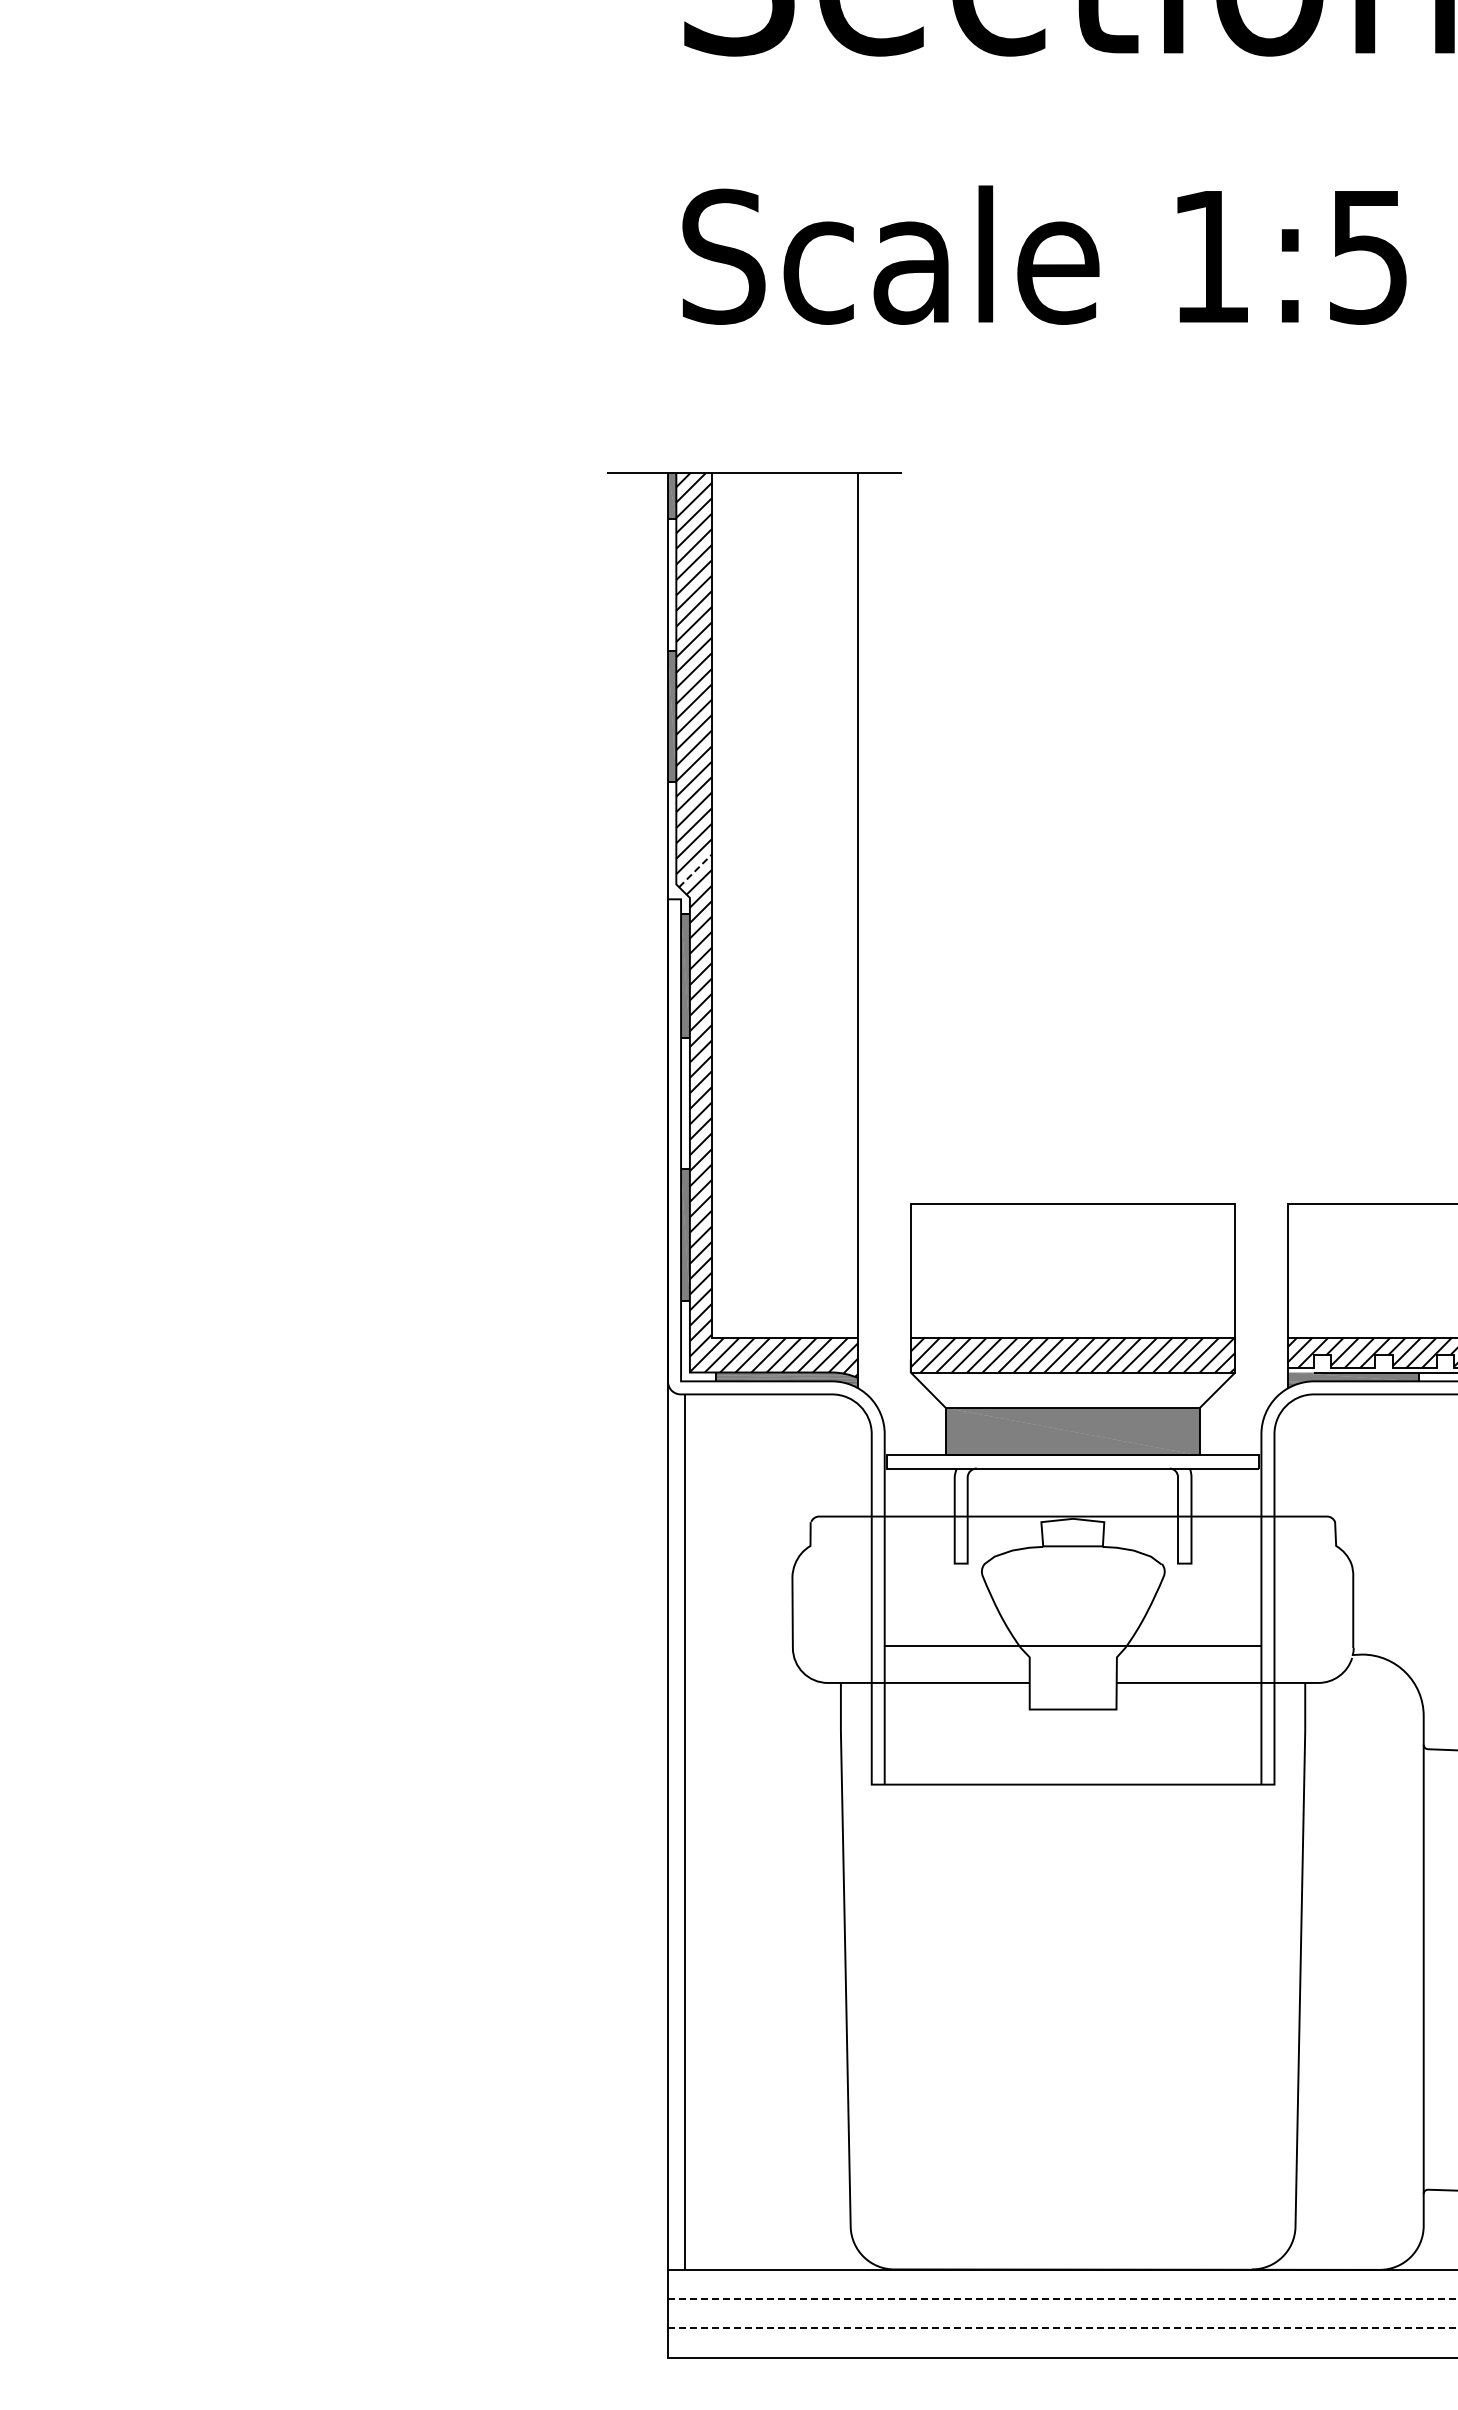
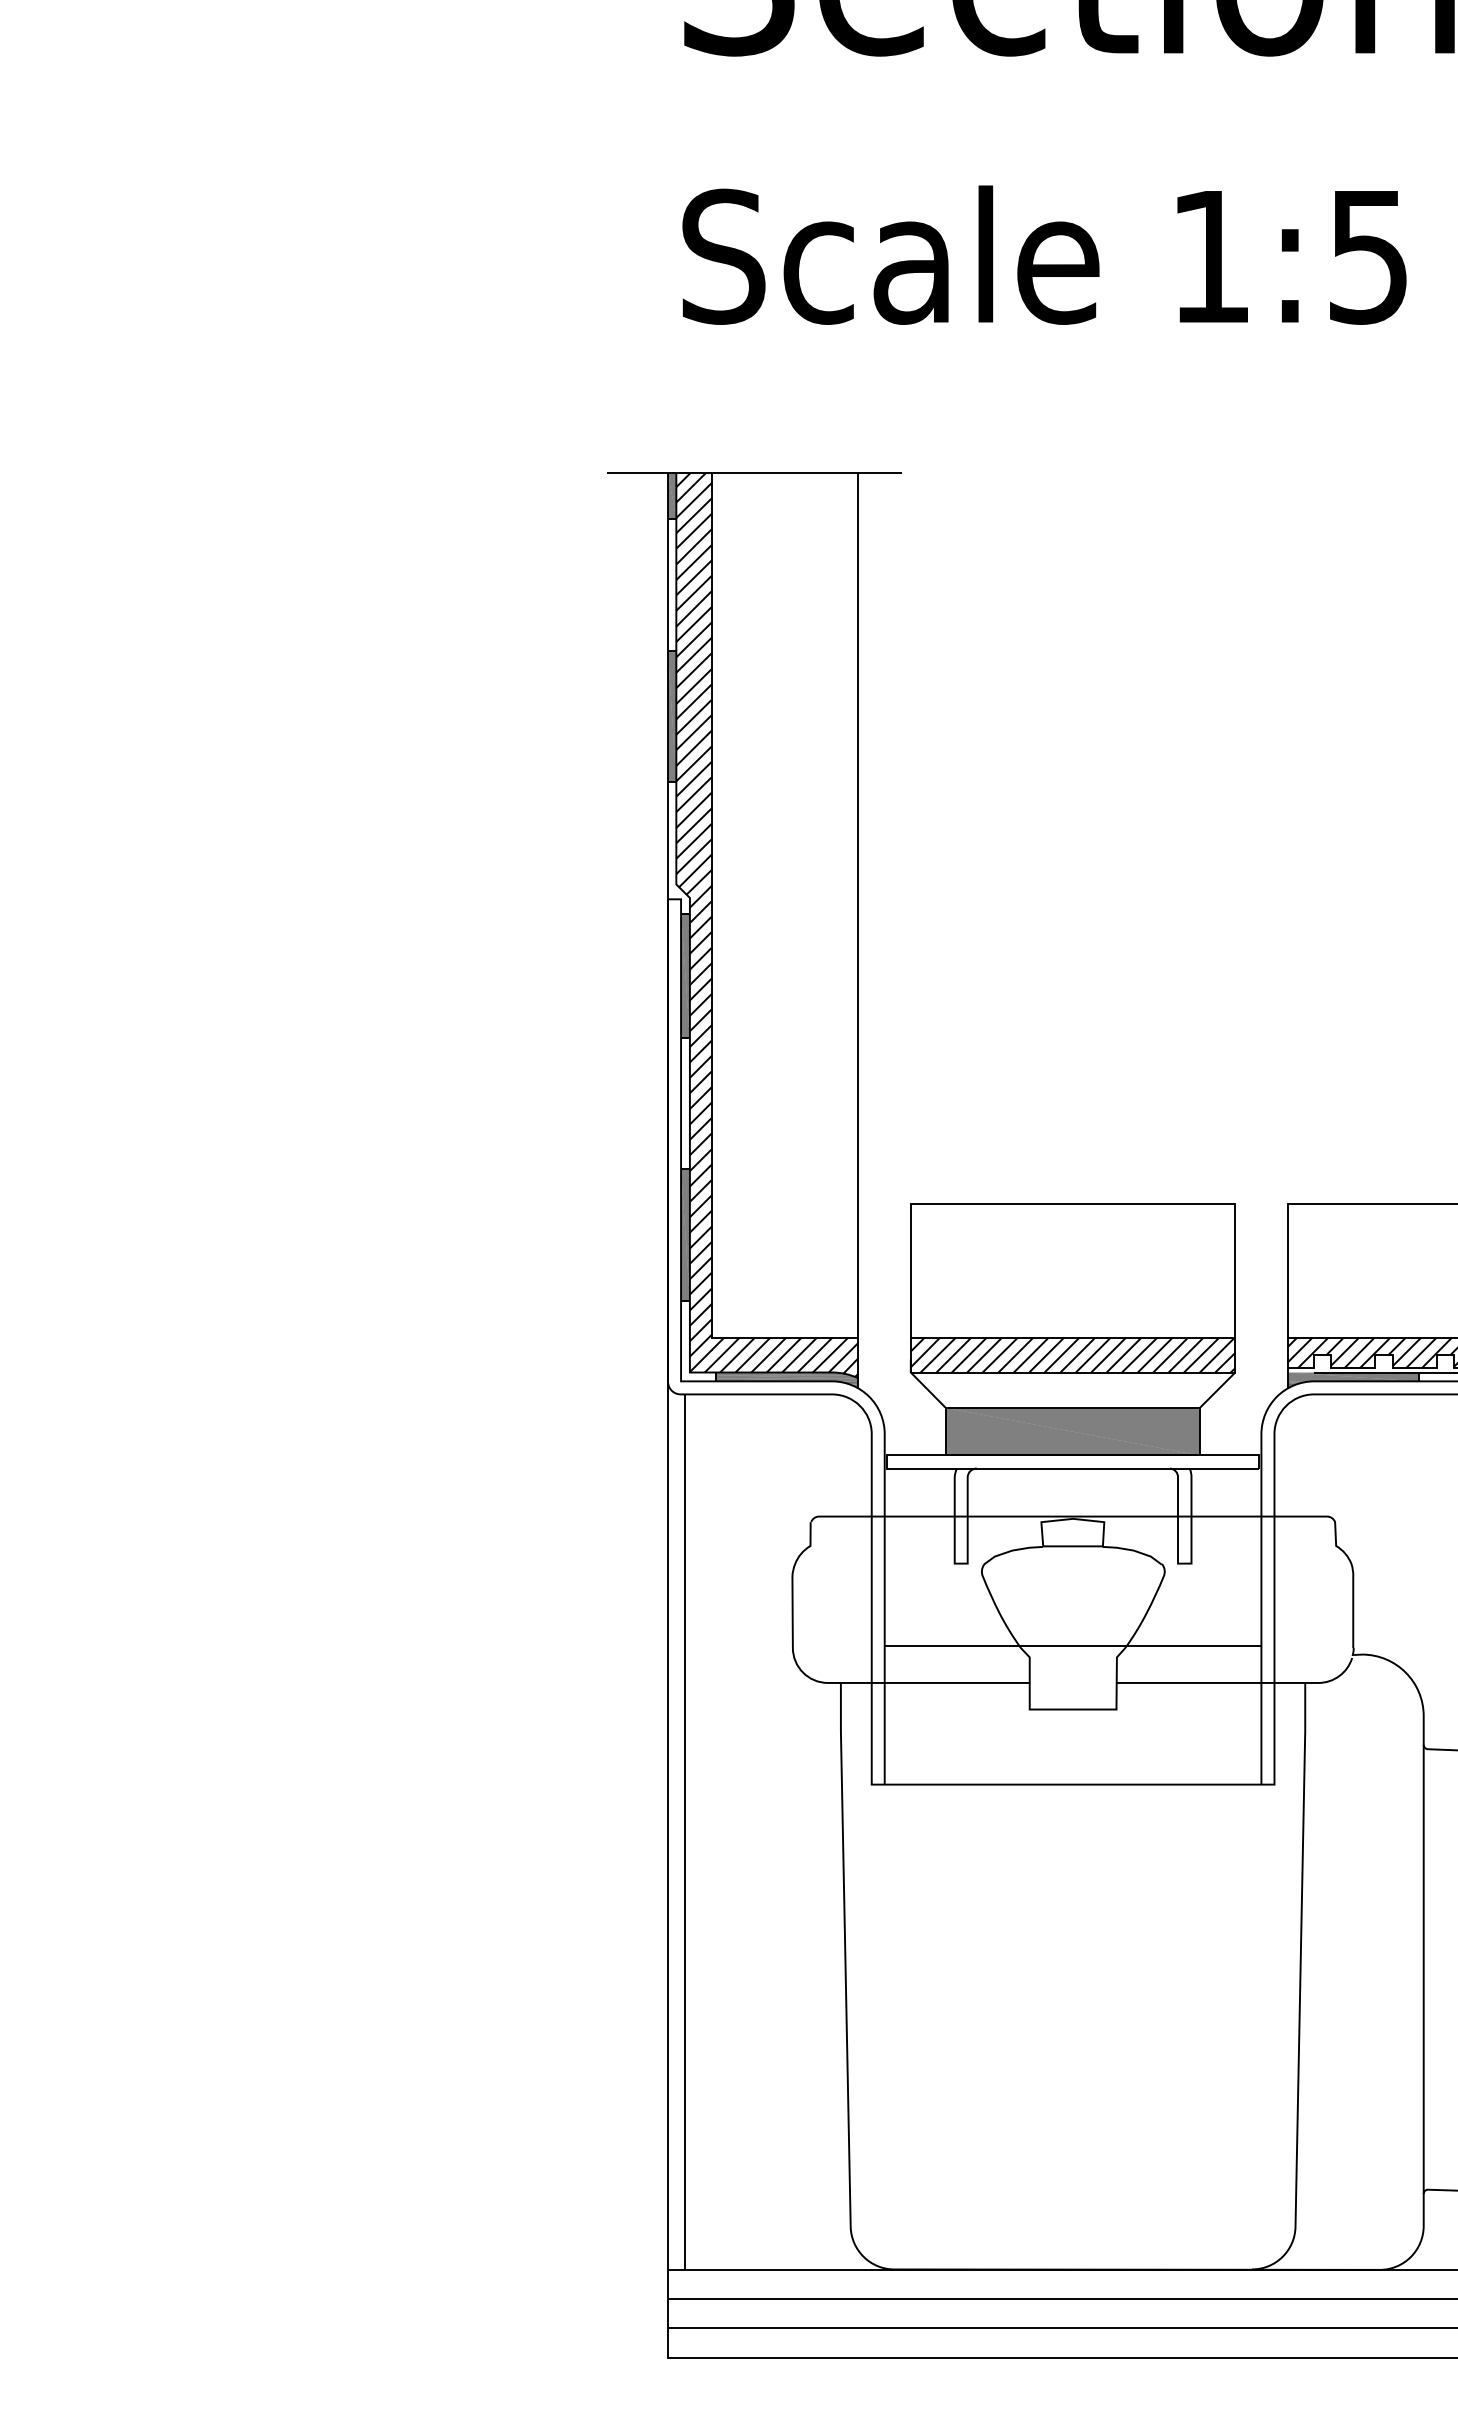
line at (695, 870): dashed -> solid
line at (1062, 2298): dashed -> solid
line at (1062, 2328): dashed -> solid
